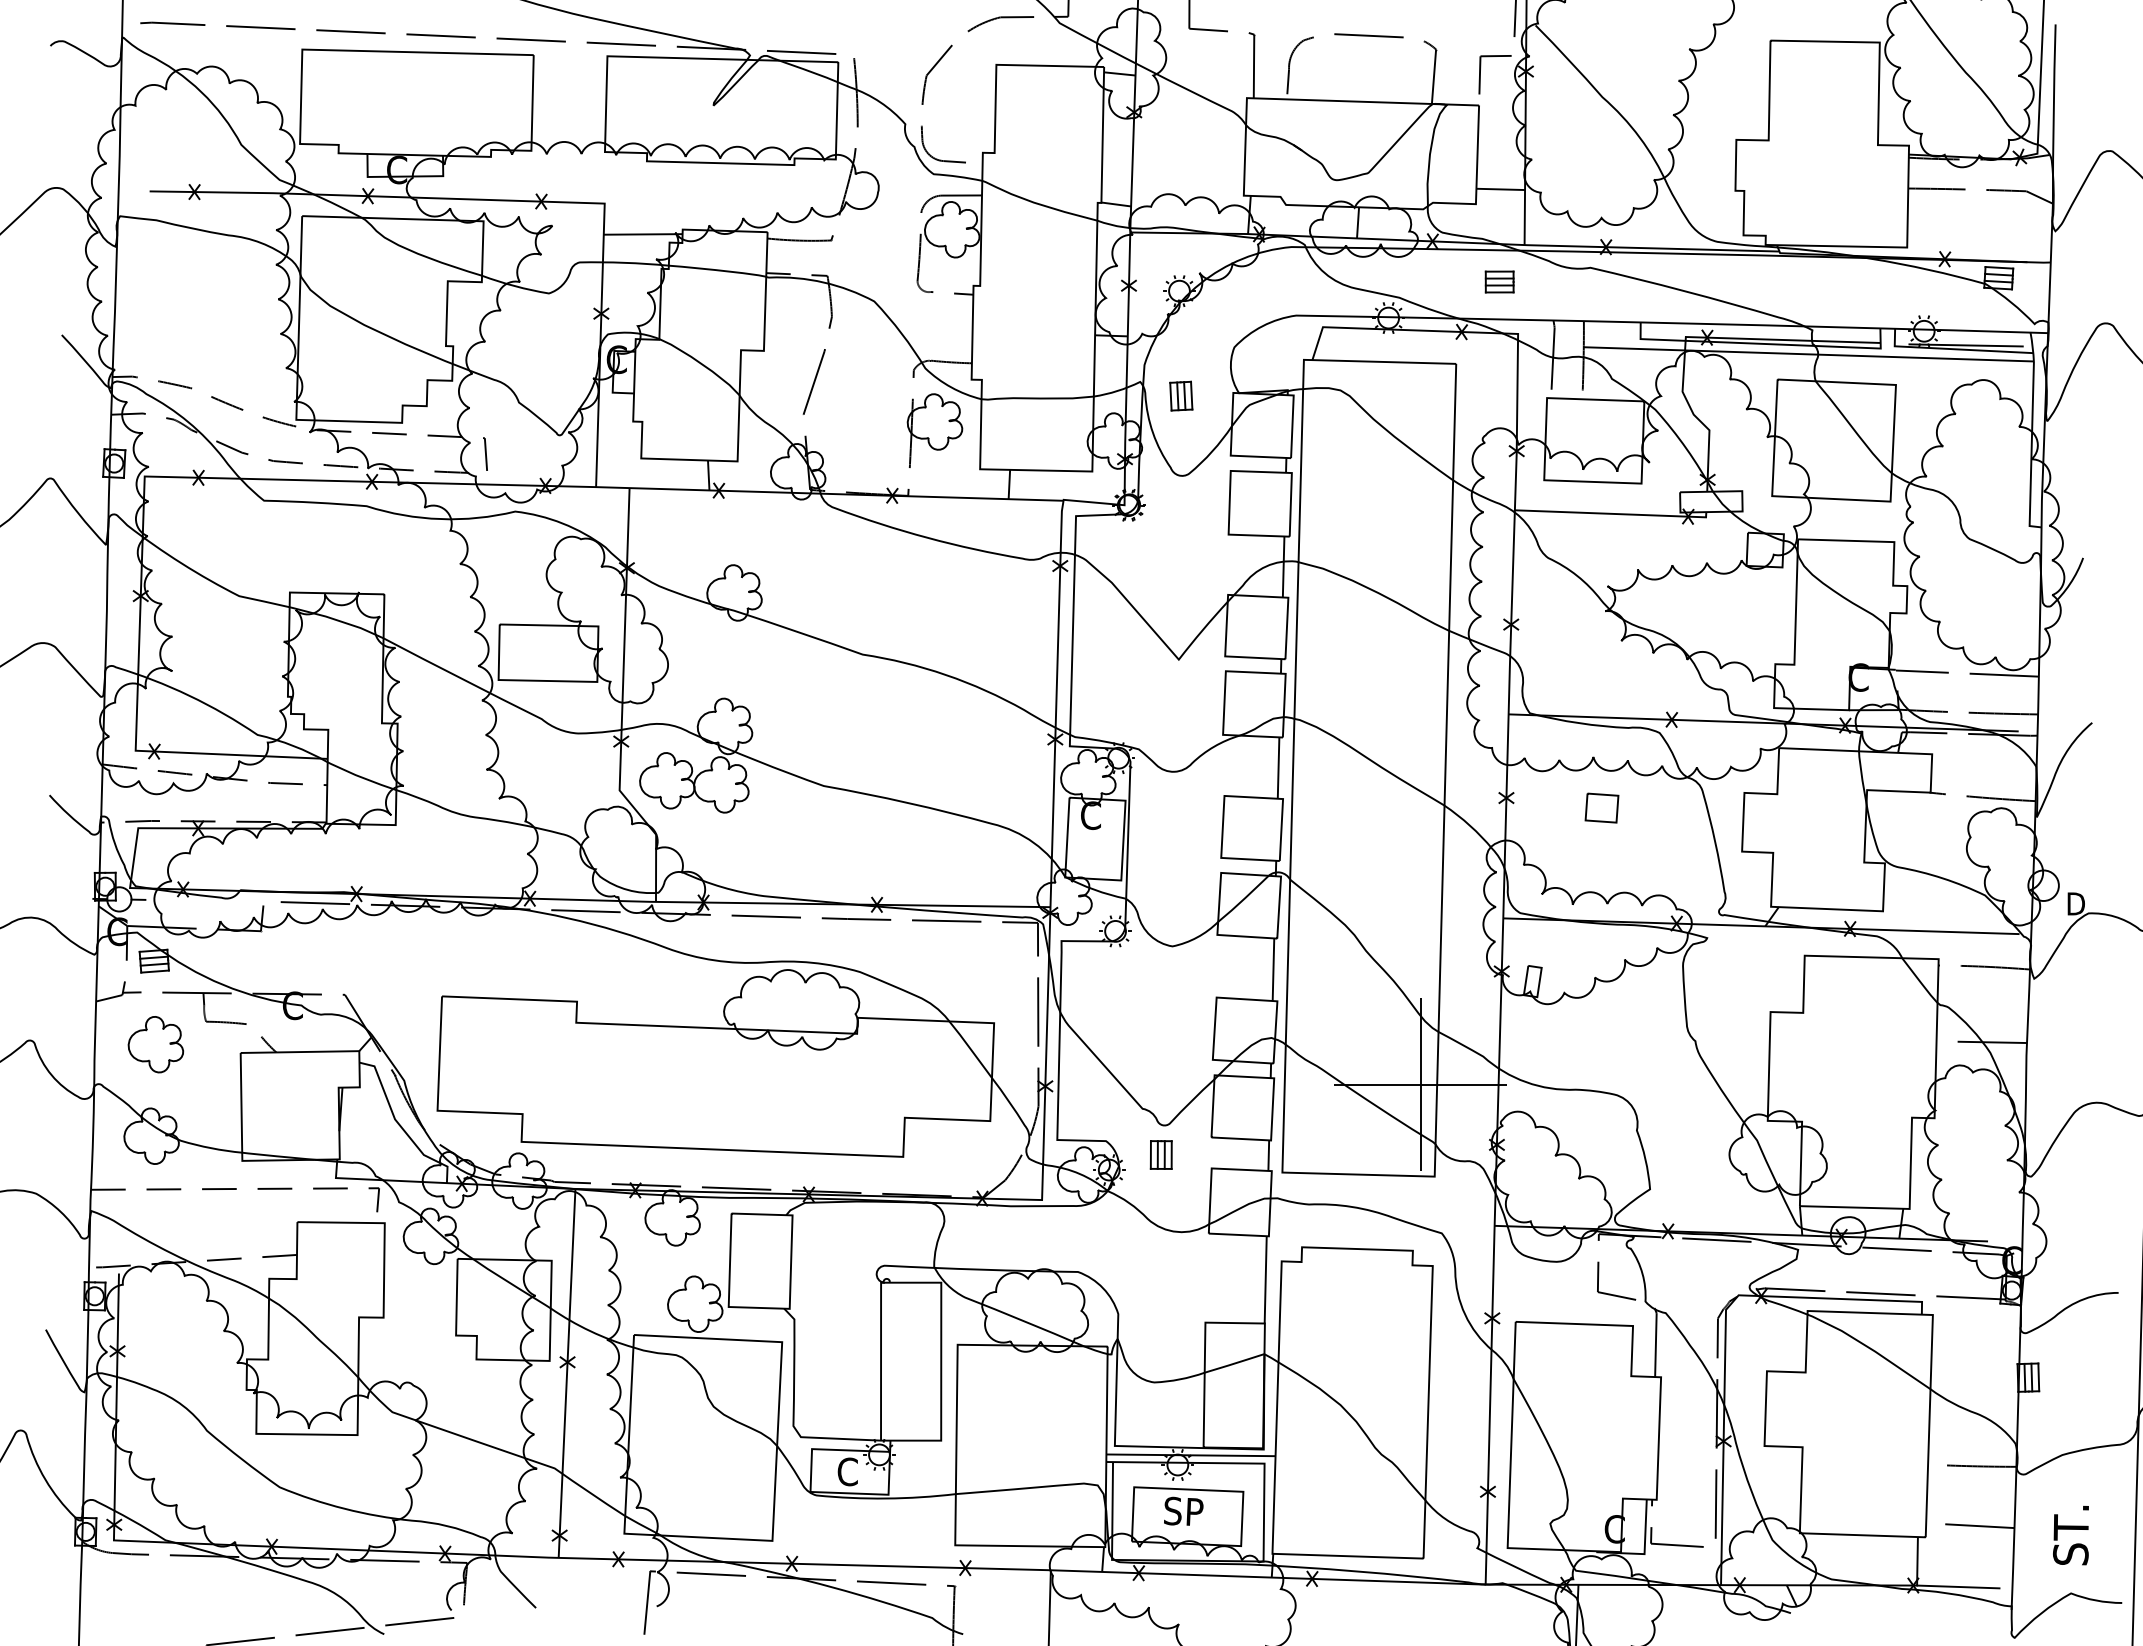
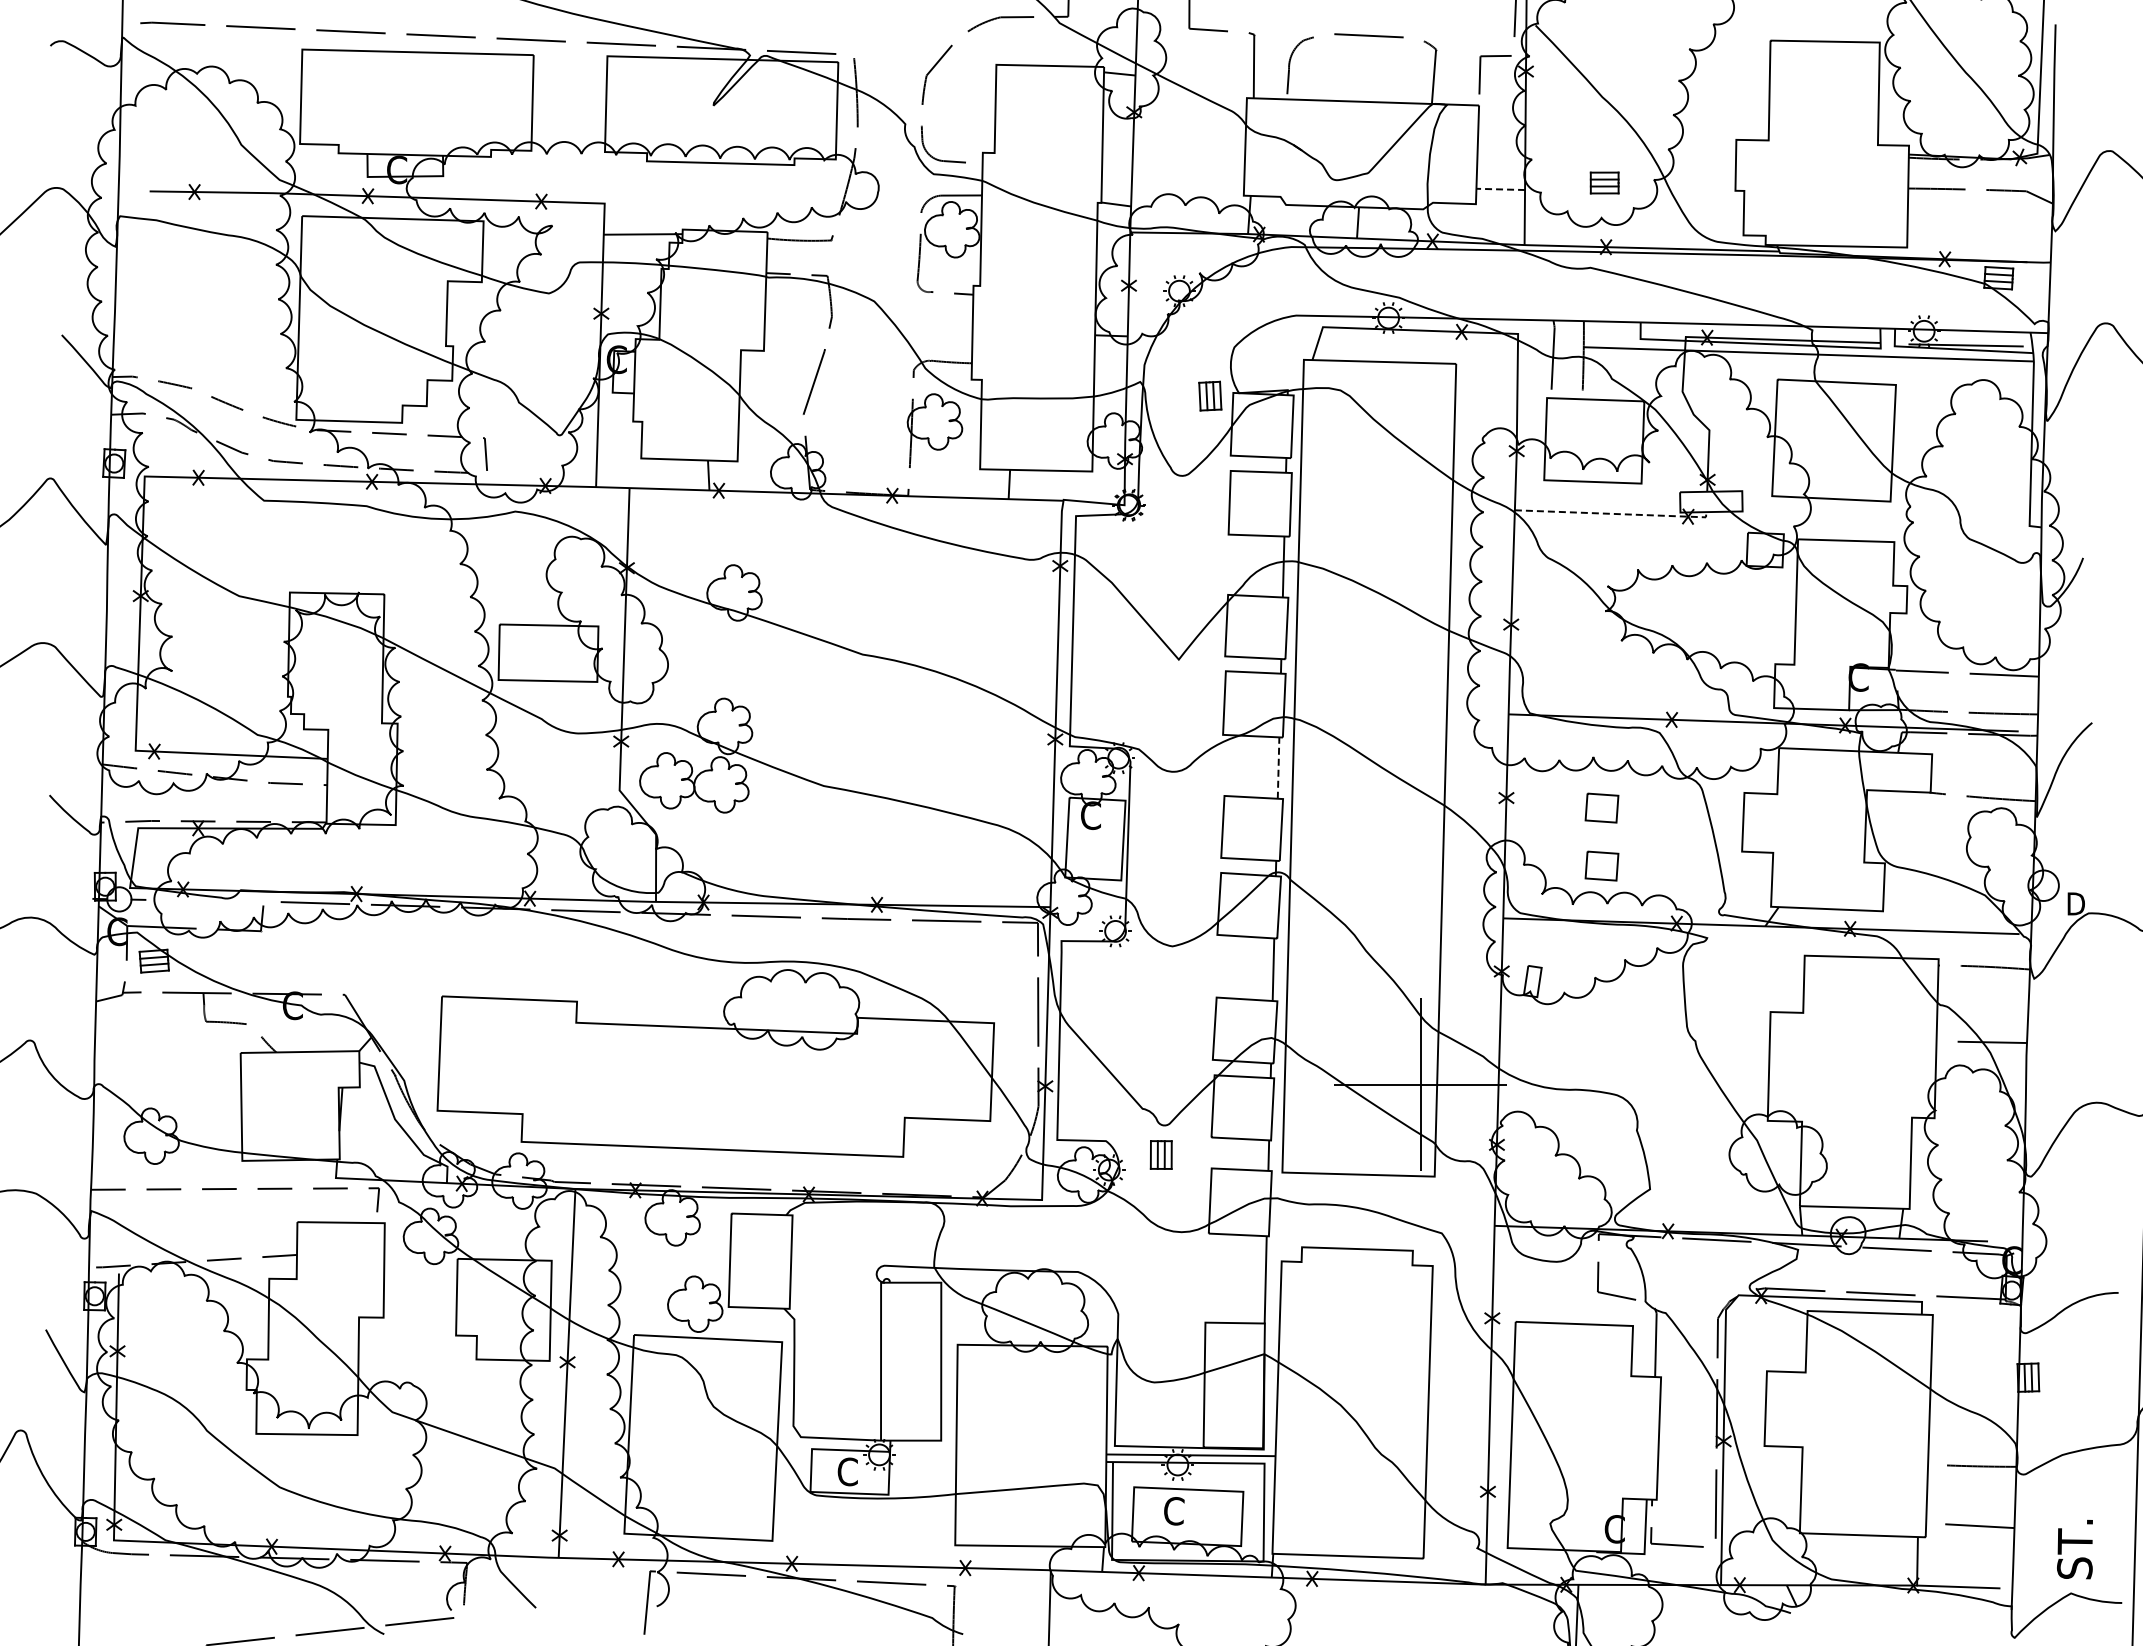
line at (1500, 189): solid -> dashed
part at (1499, 281) position: (1499, 281) -> (1604, 182)
part at (1181, 395) position: (1181, 395) -> (1210, 395)
line at (1614, 513): solid -> dashed
line at (1278, 768): solid -> dashed
part at (1601, 865): none -> present
part at (155, 1044): present -> none
text at (1183, 1510): SP -> C
text at (2070, 1535) position: (2070, 1535) -> (2074, 1549)
